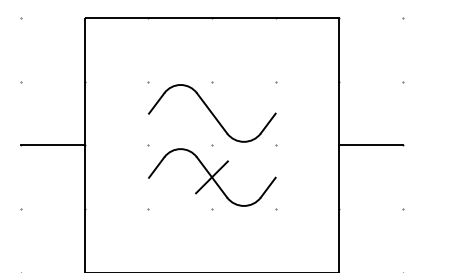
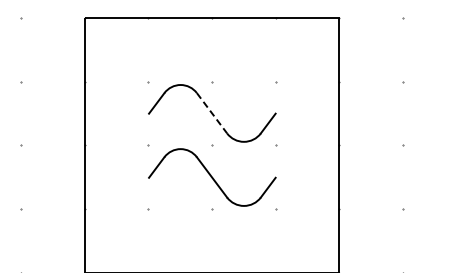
line at (212, 113): solid -> dashed
line at (52, 145): present -> none
line at (370, 145): present -> none
line at (211, 177): present -> none
